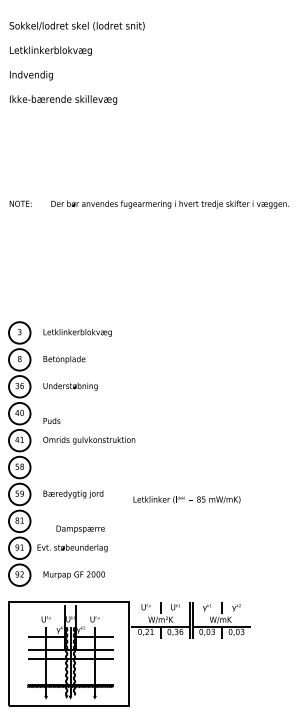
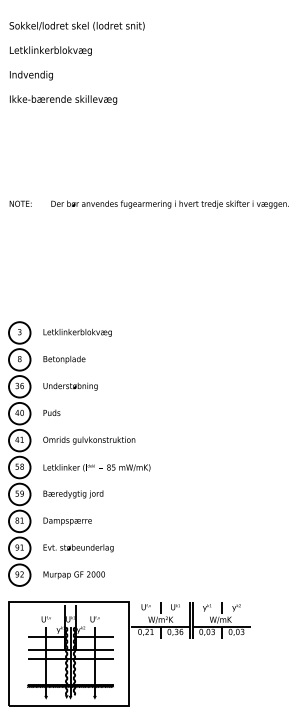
text at (51, 420) position: (51, 420) -> (51, 412)
text at (186, 499) position: (186, 499) -> (96, 467)
text at (80, 529) position: (80, 529) -> (67, 521)
text at (72, 548) position: (72, 548) -> (78, 548)
